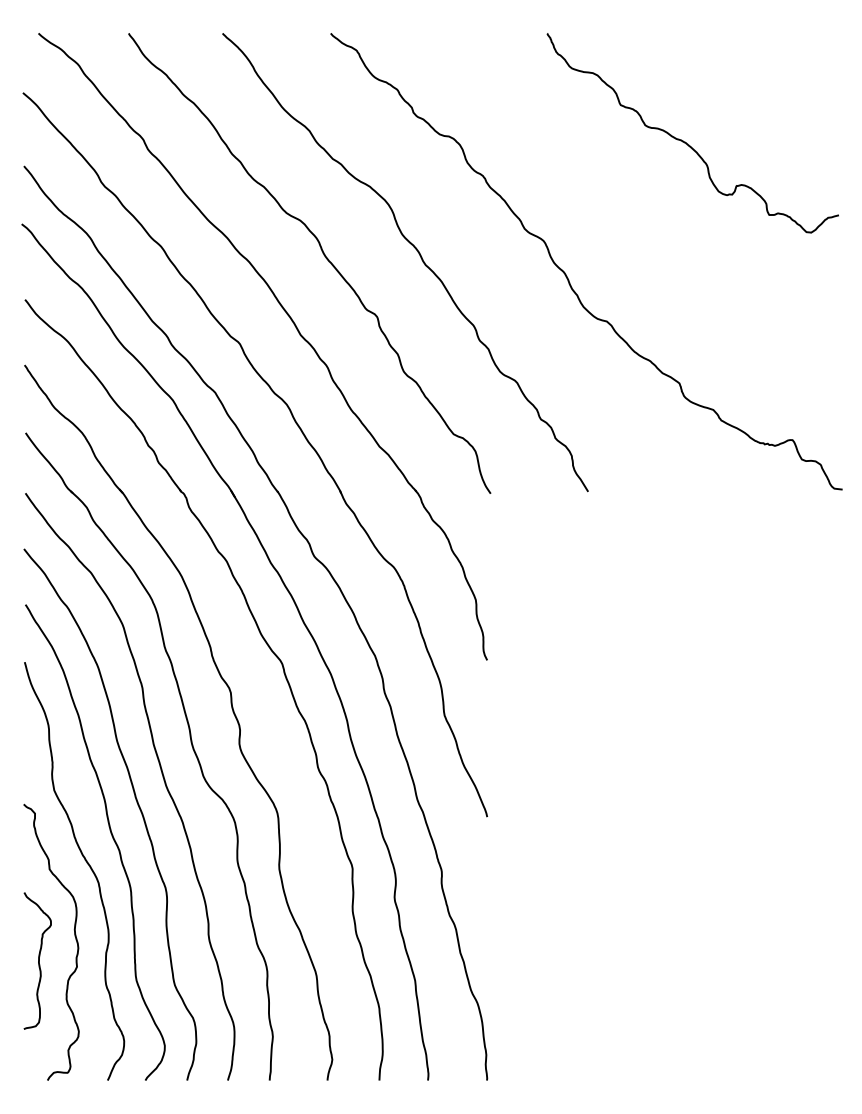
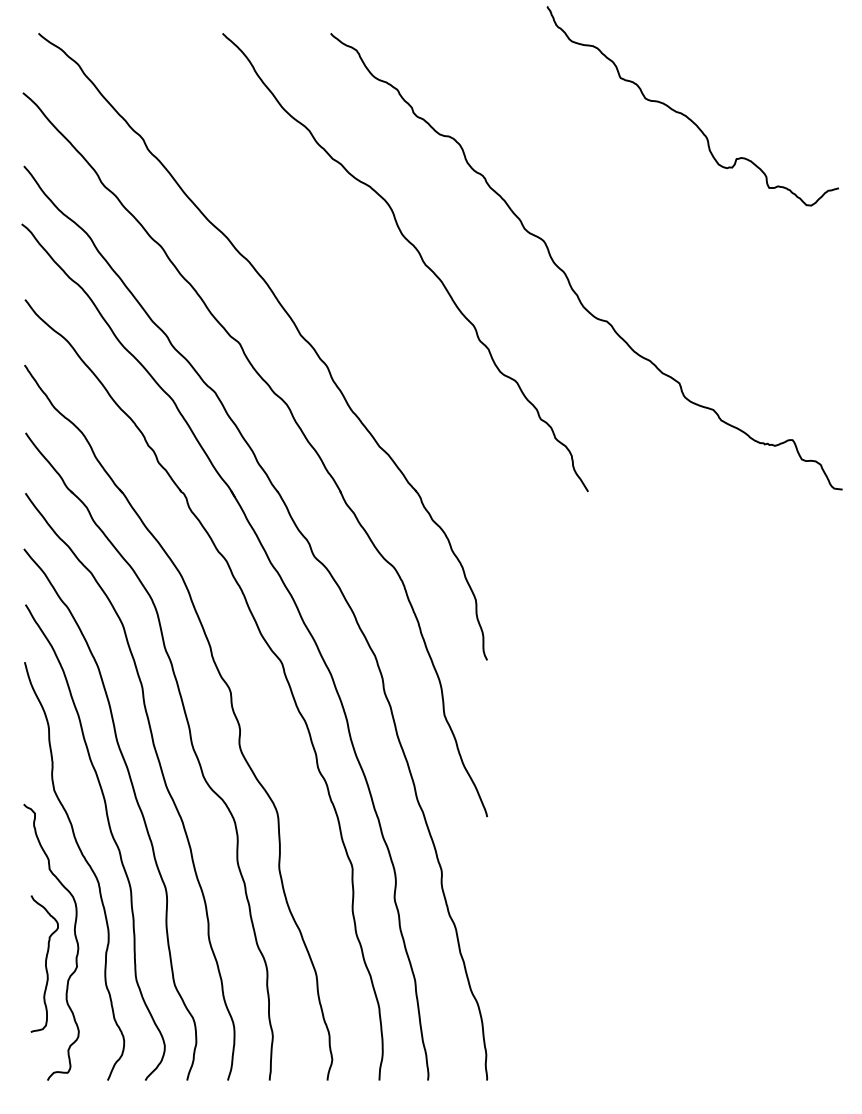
curve at (685, 141) position: (685, 141) -> (685, 114)
curve at (323, 255): present -> none
curve at (38, 960) position: (38, 960) -> (45, 963)
